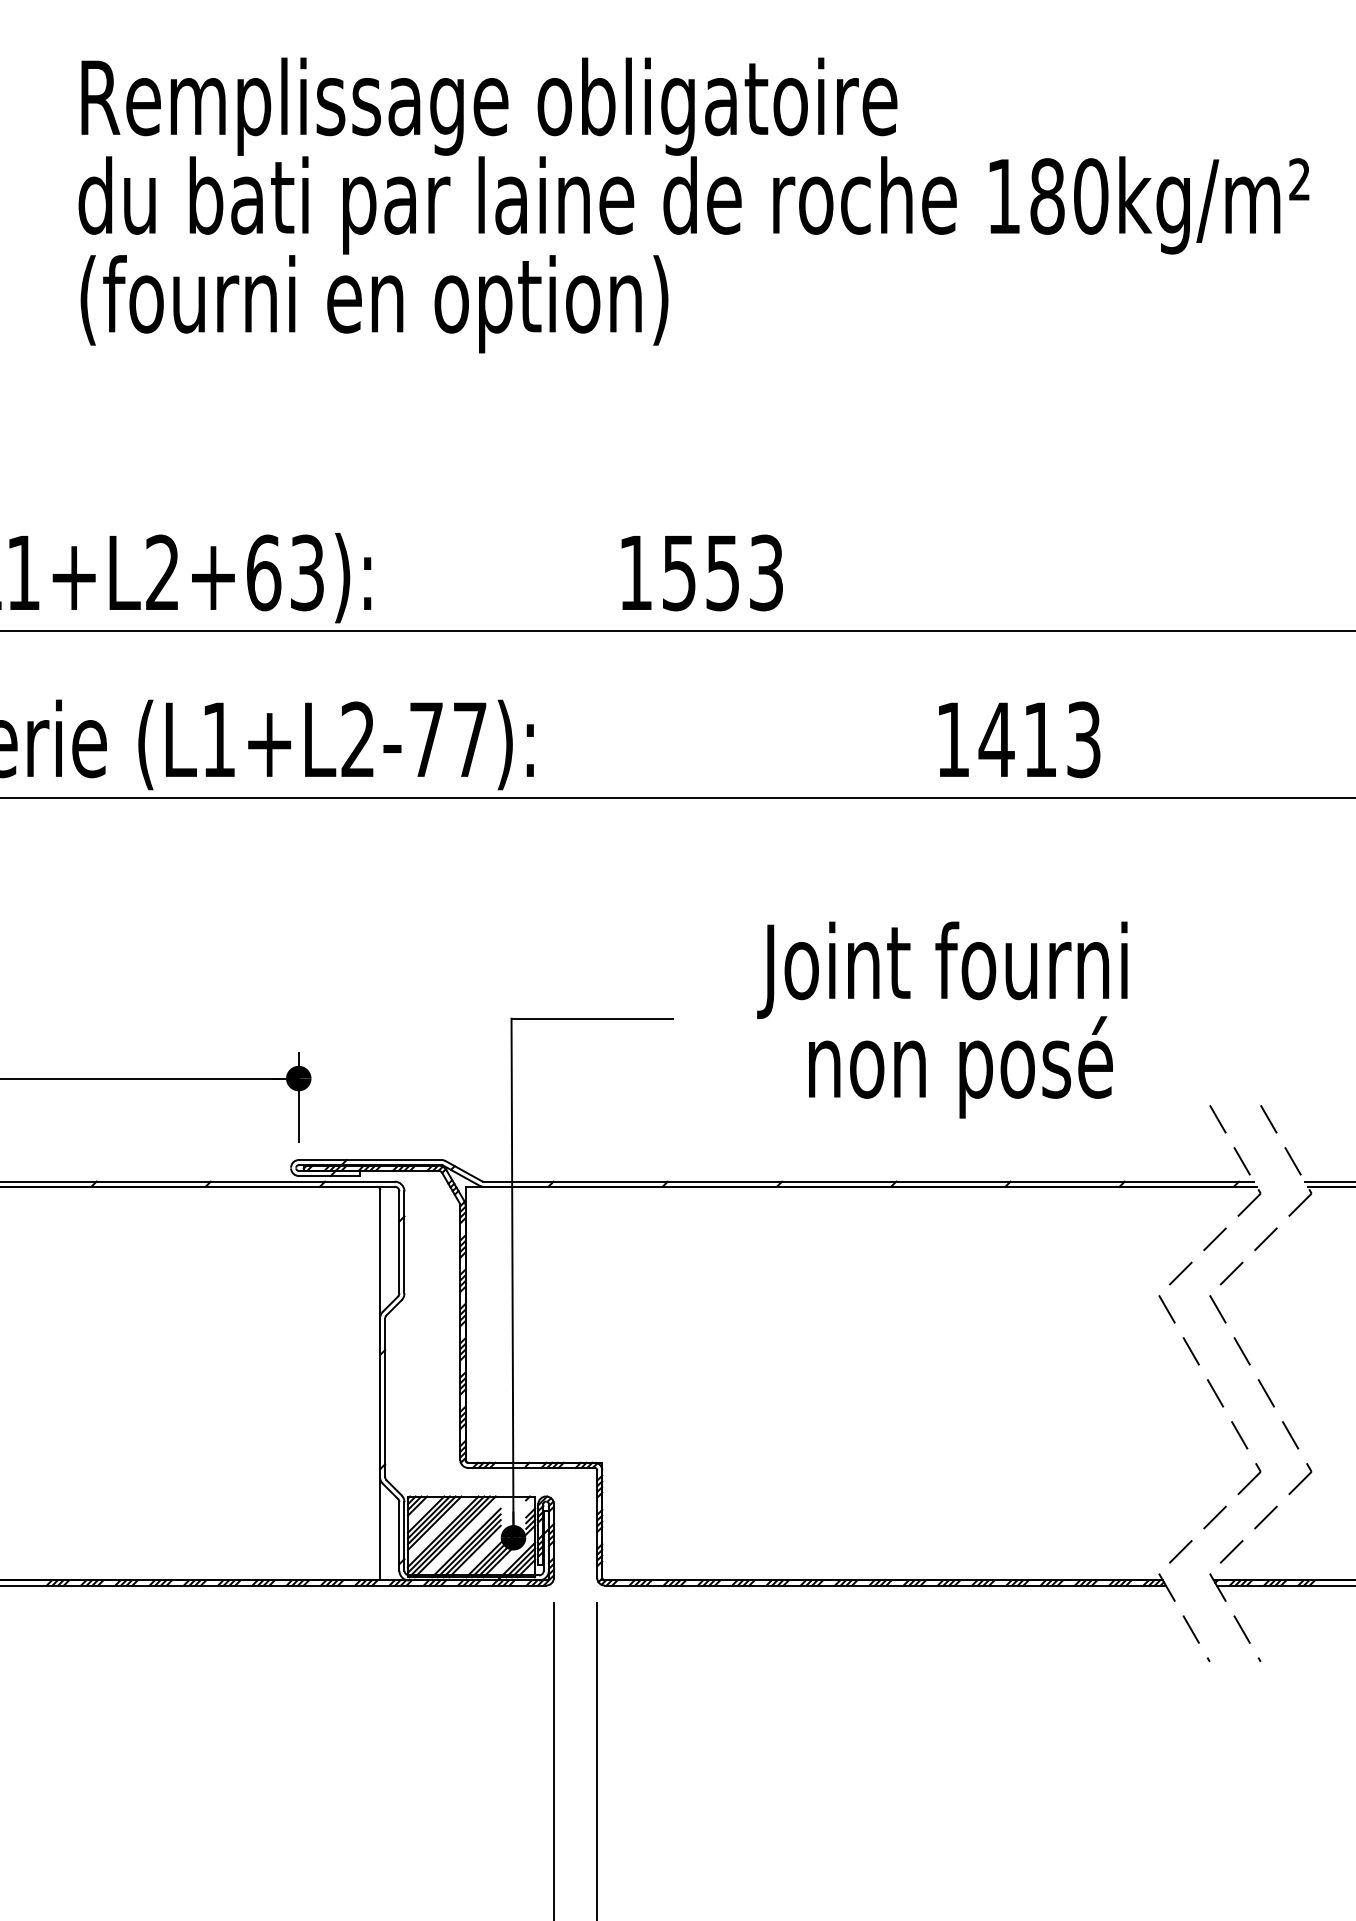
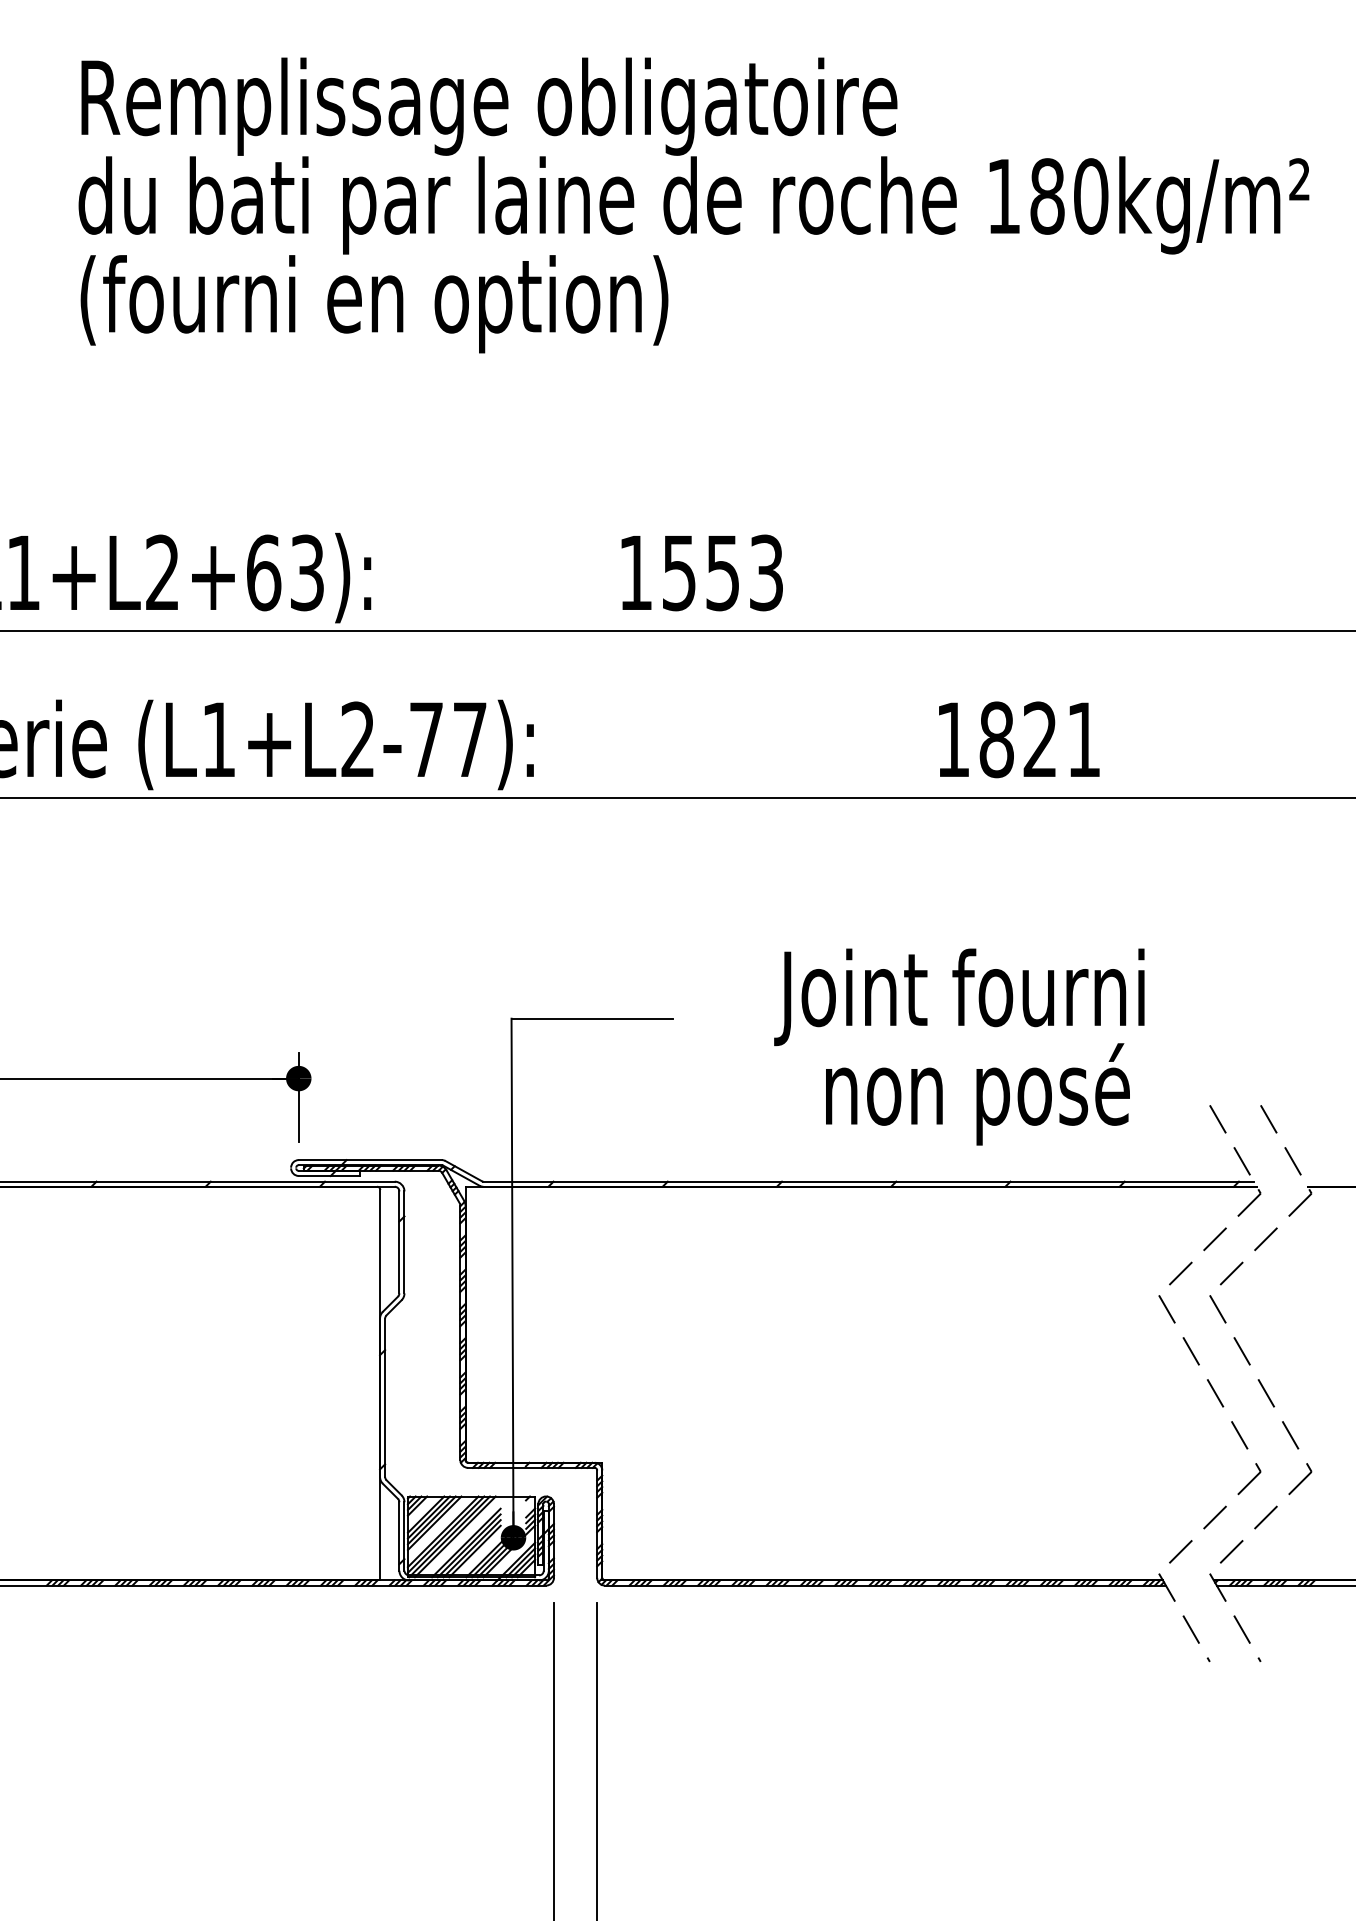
text at (1039, 739): 1413 -> 1821
text at (942, 1019) position: (942, 1019) -> (959, 1046)
line at (1328, 1181): present -> none
